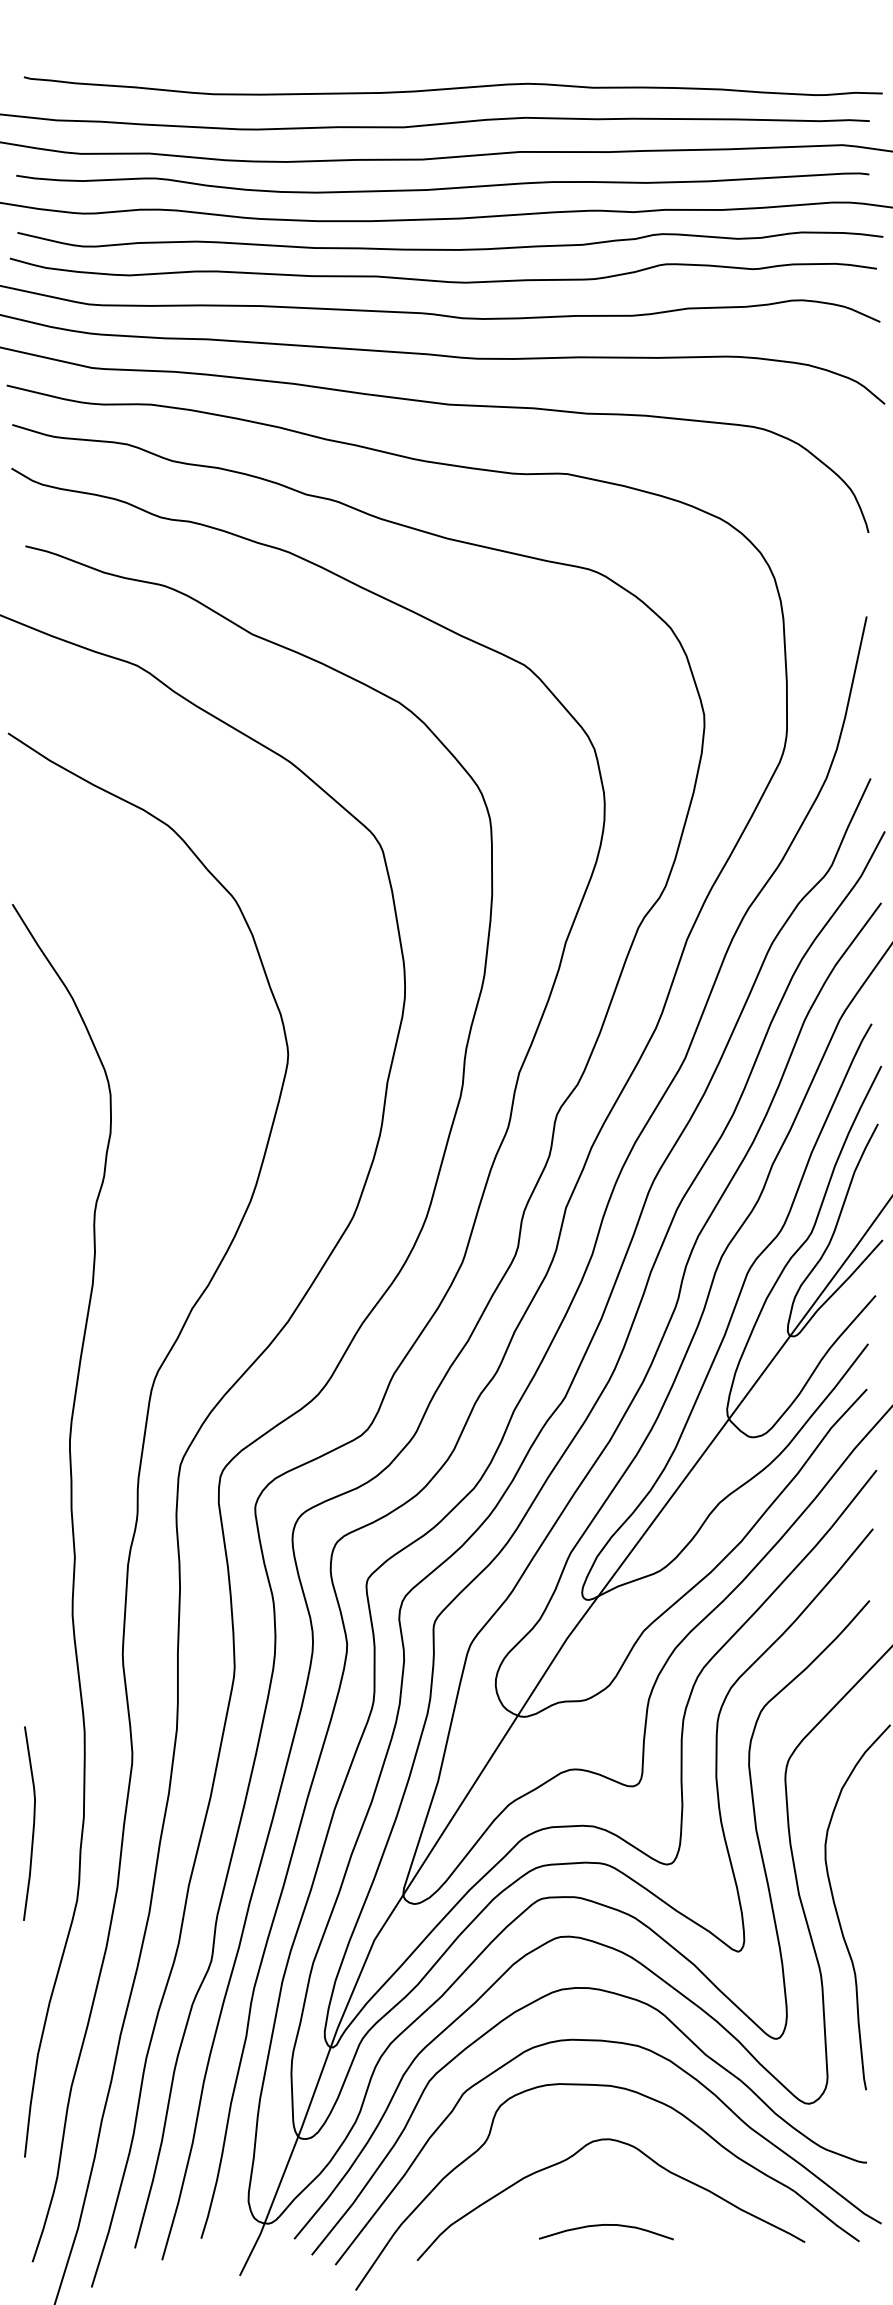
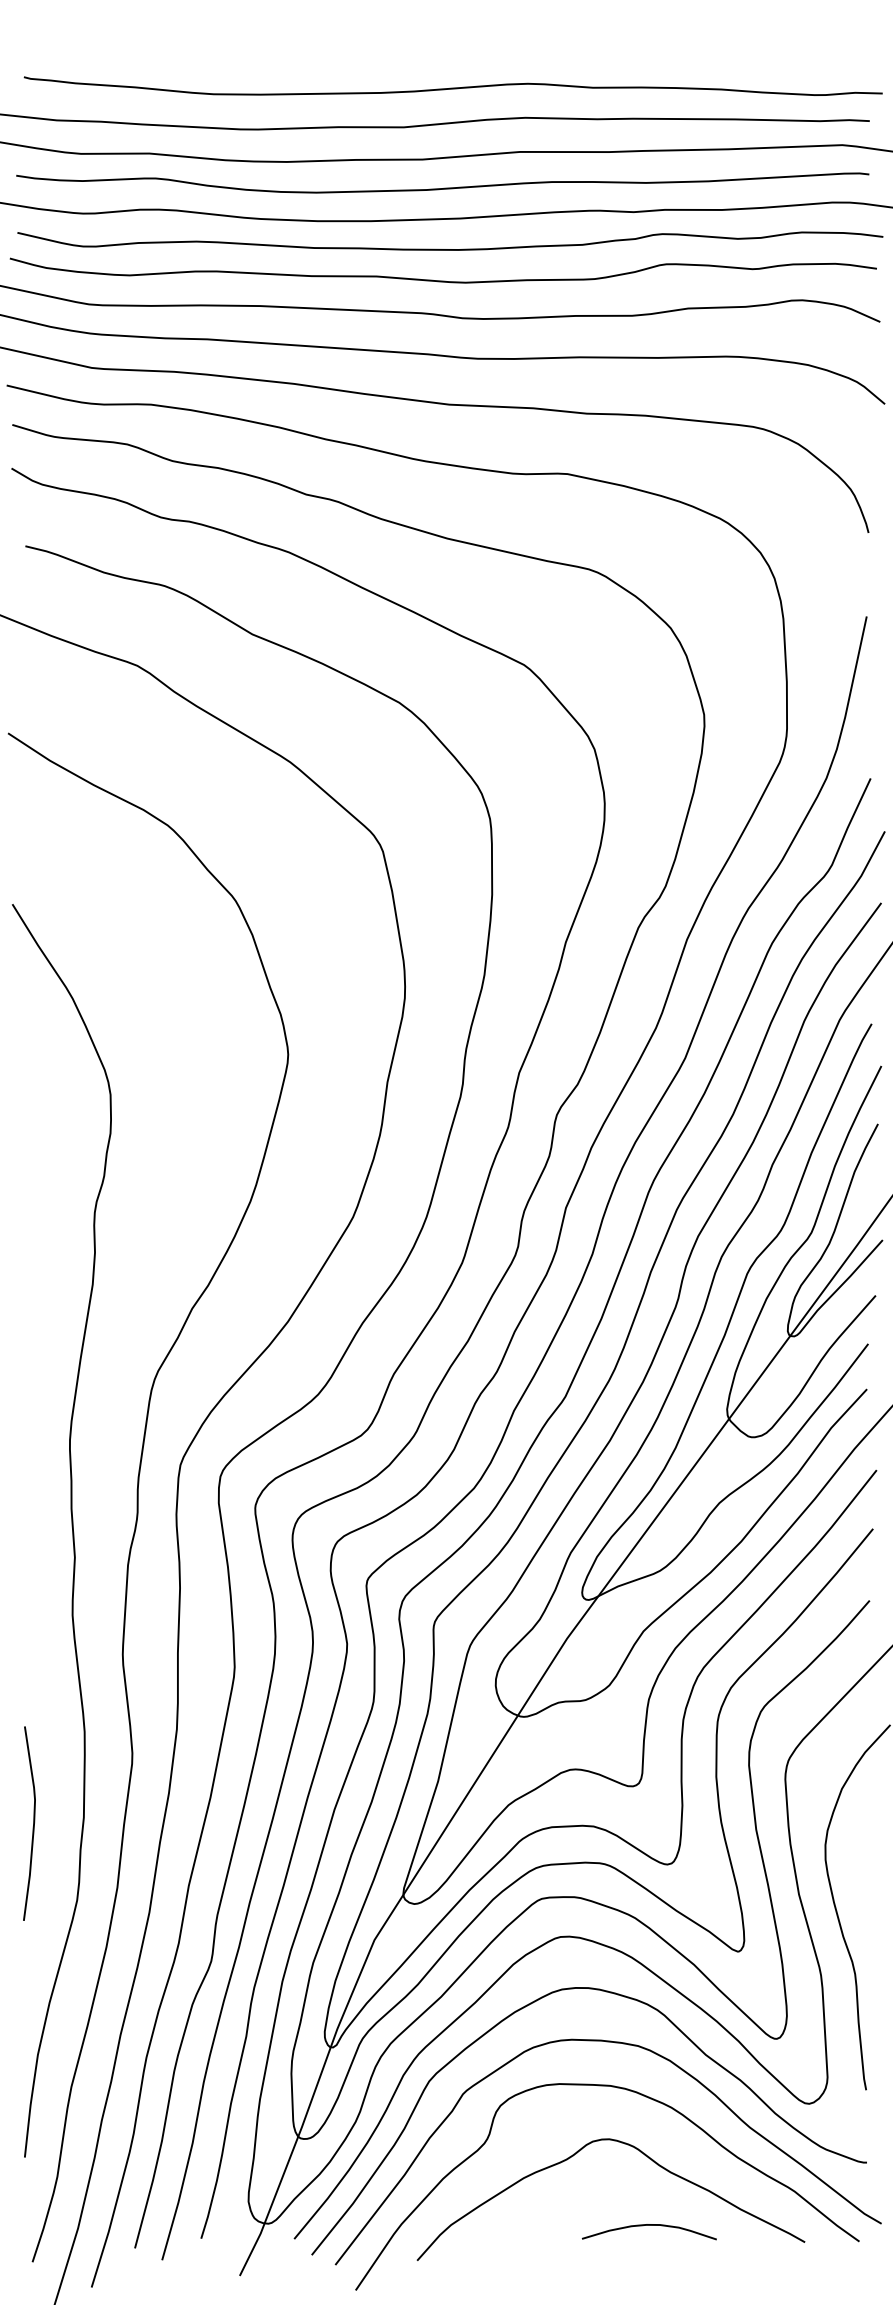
curve at (606, 2225) position: (606, 2225) -> (649, 2225)
